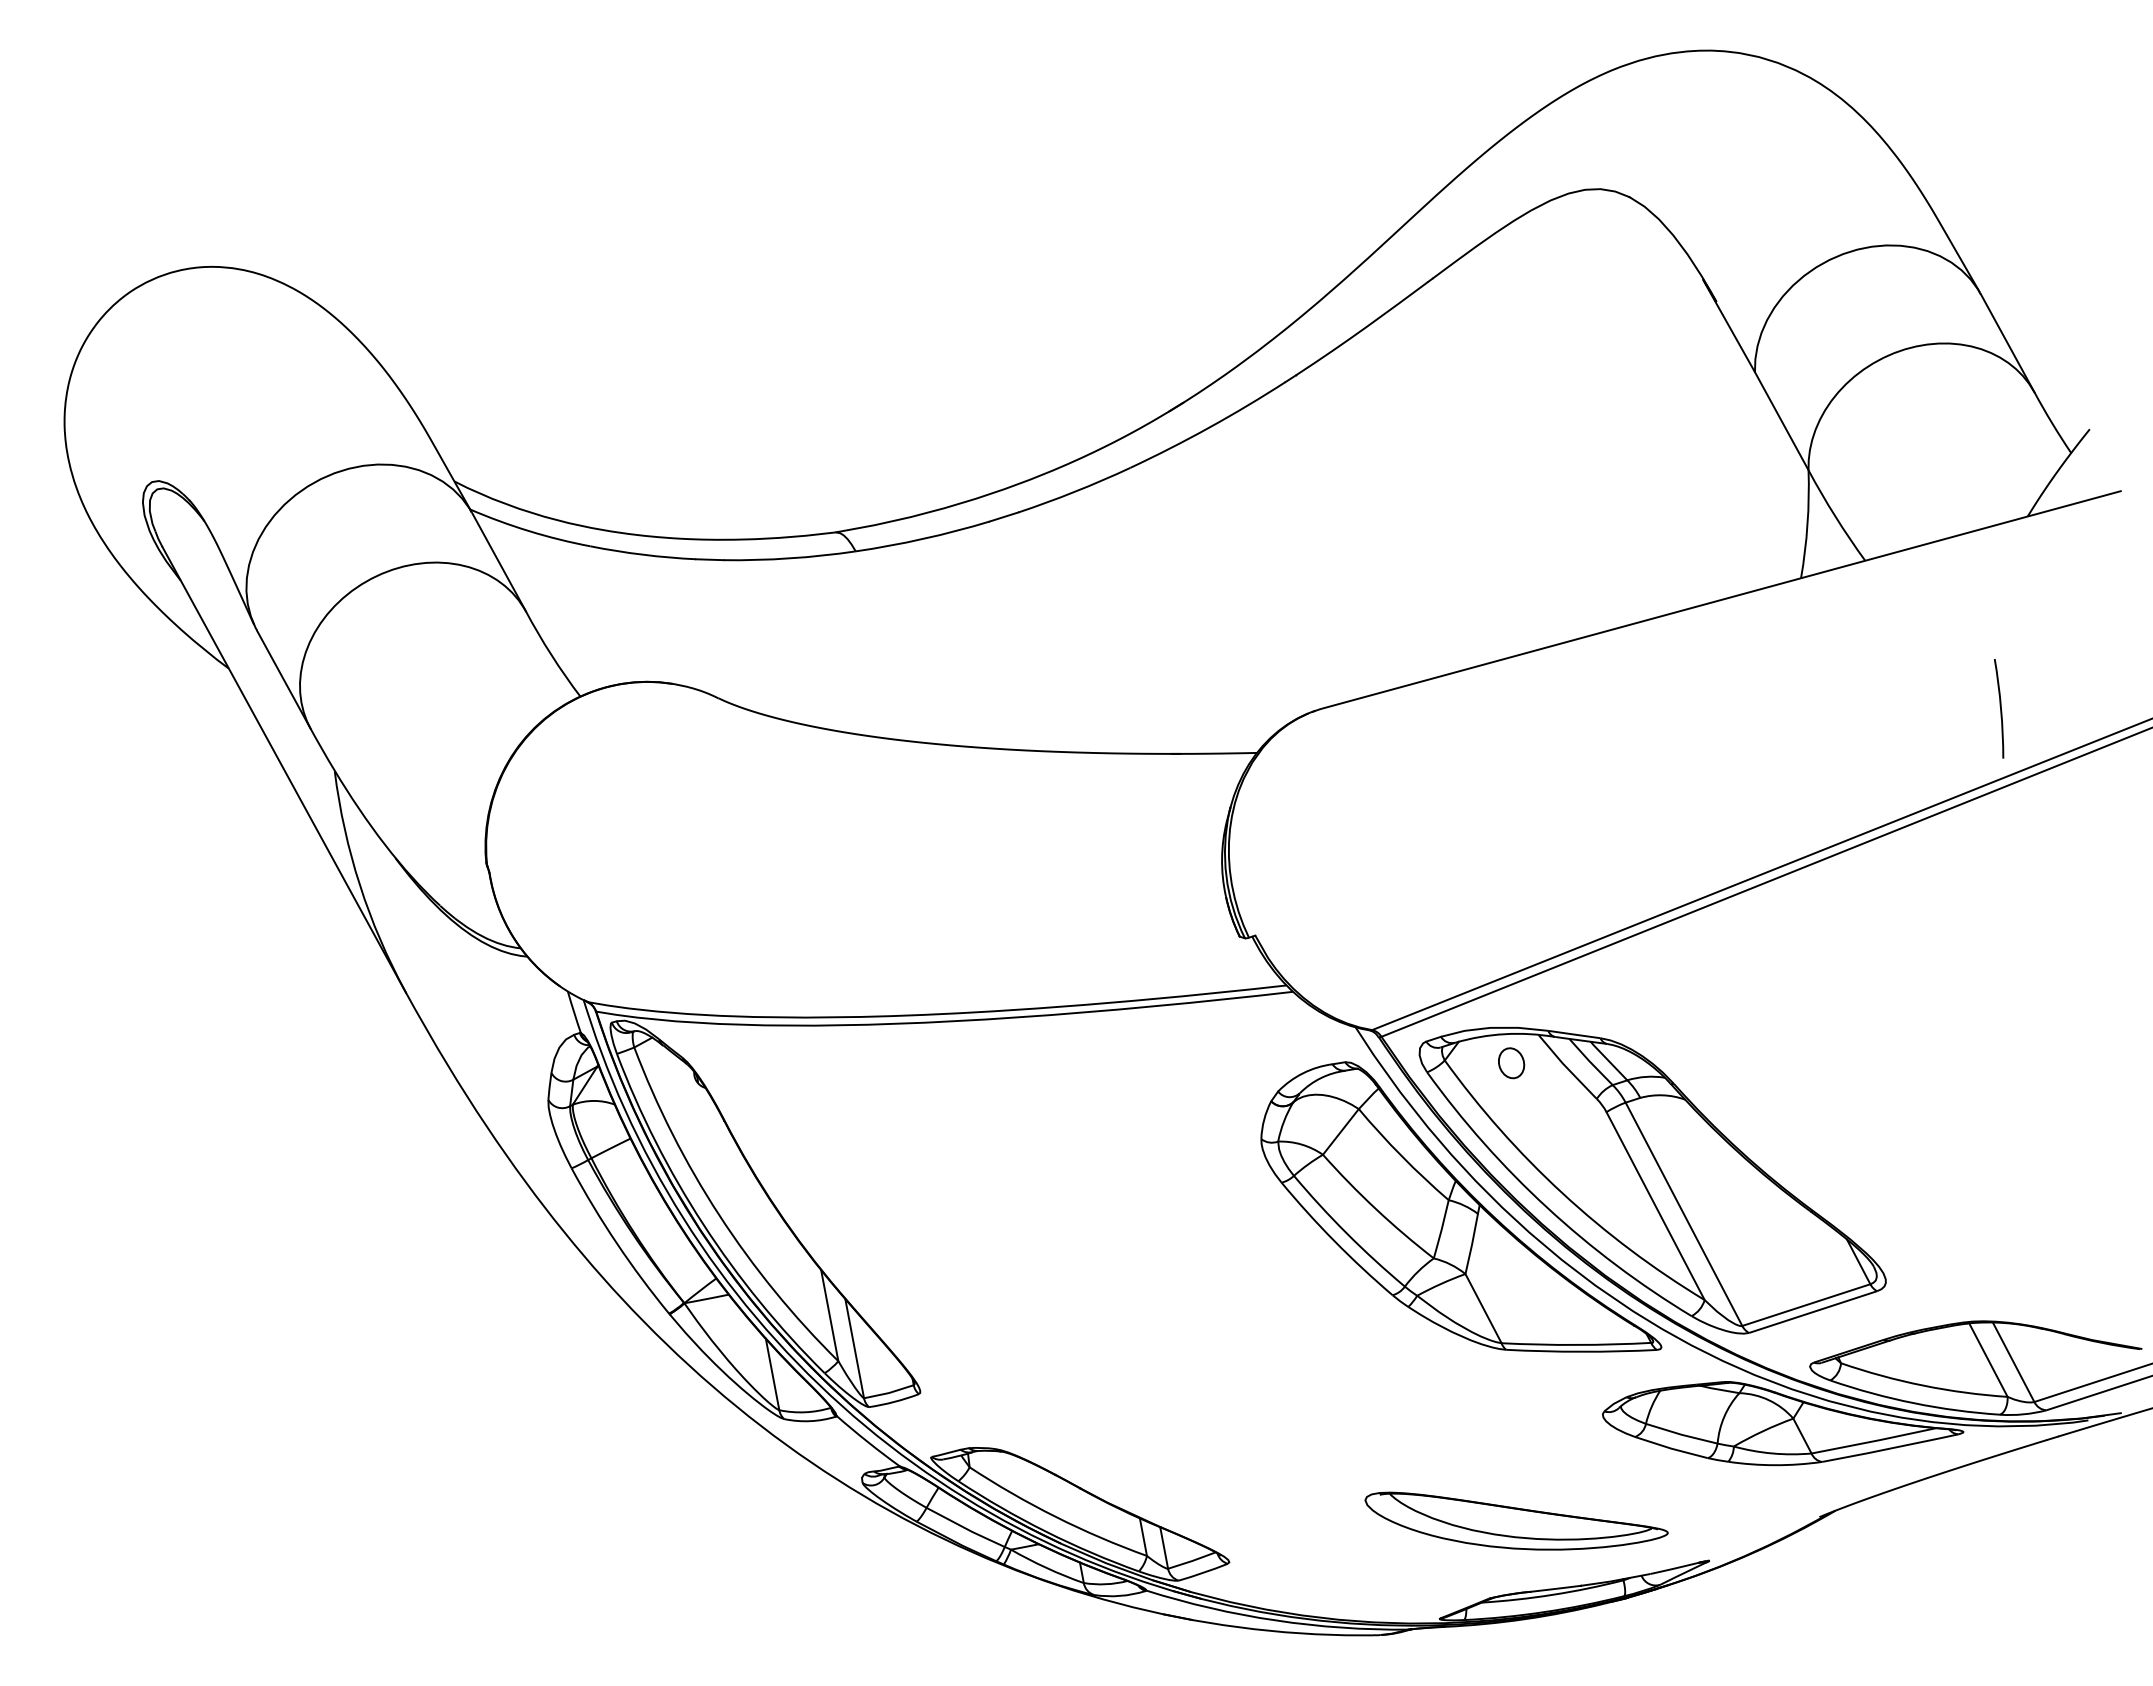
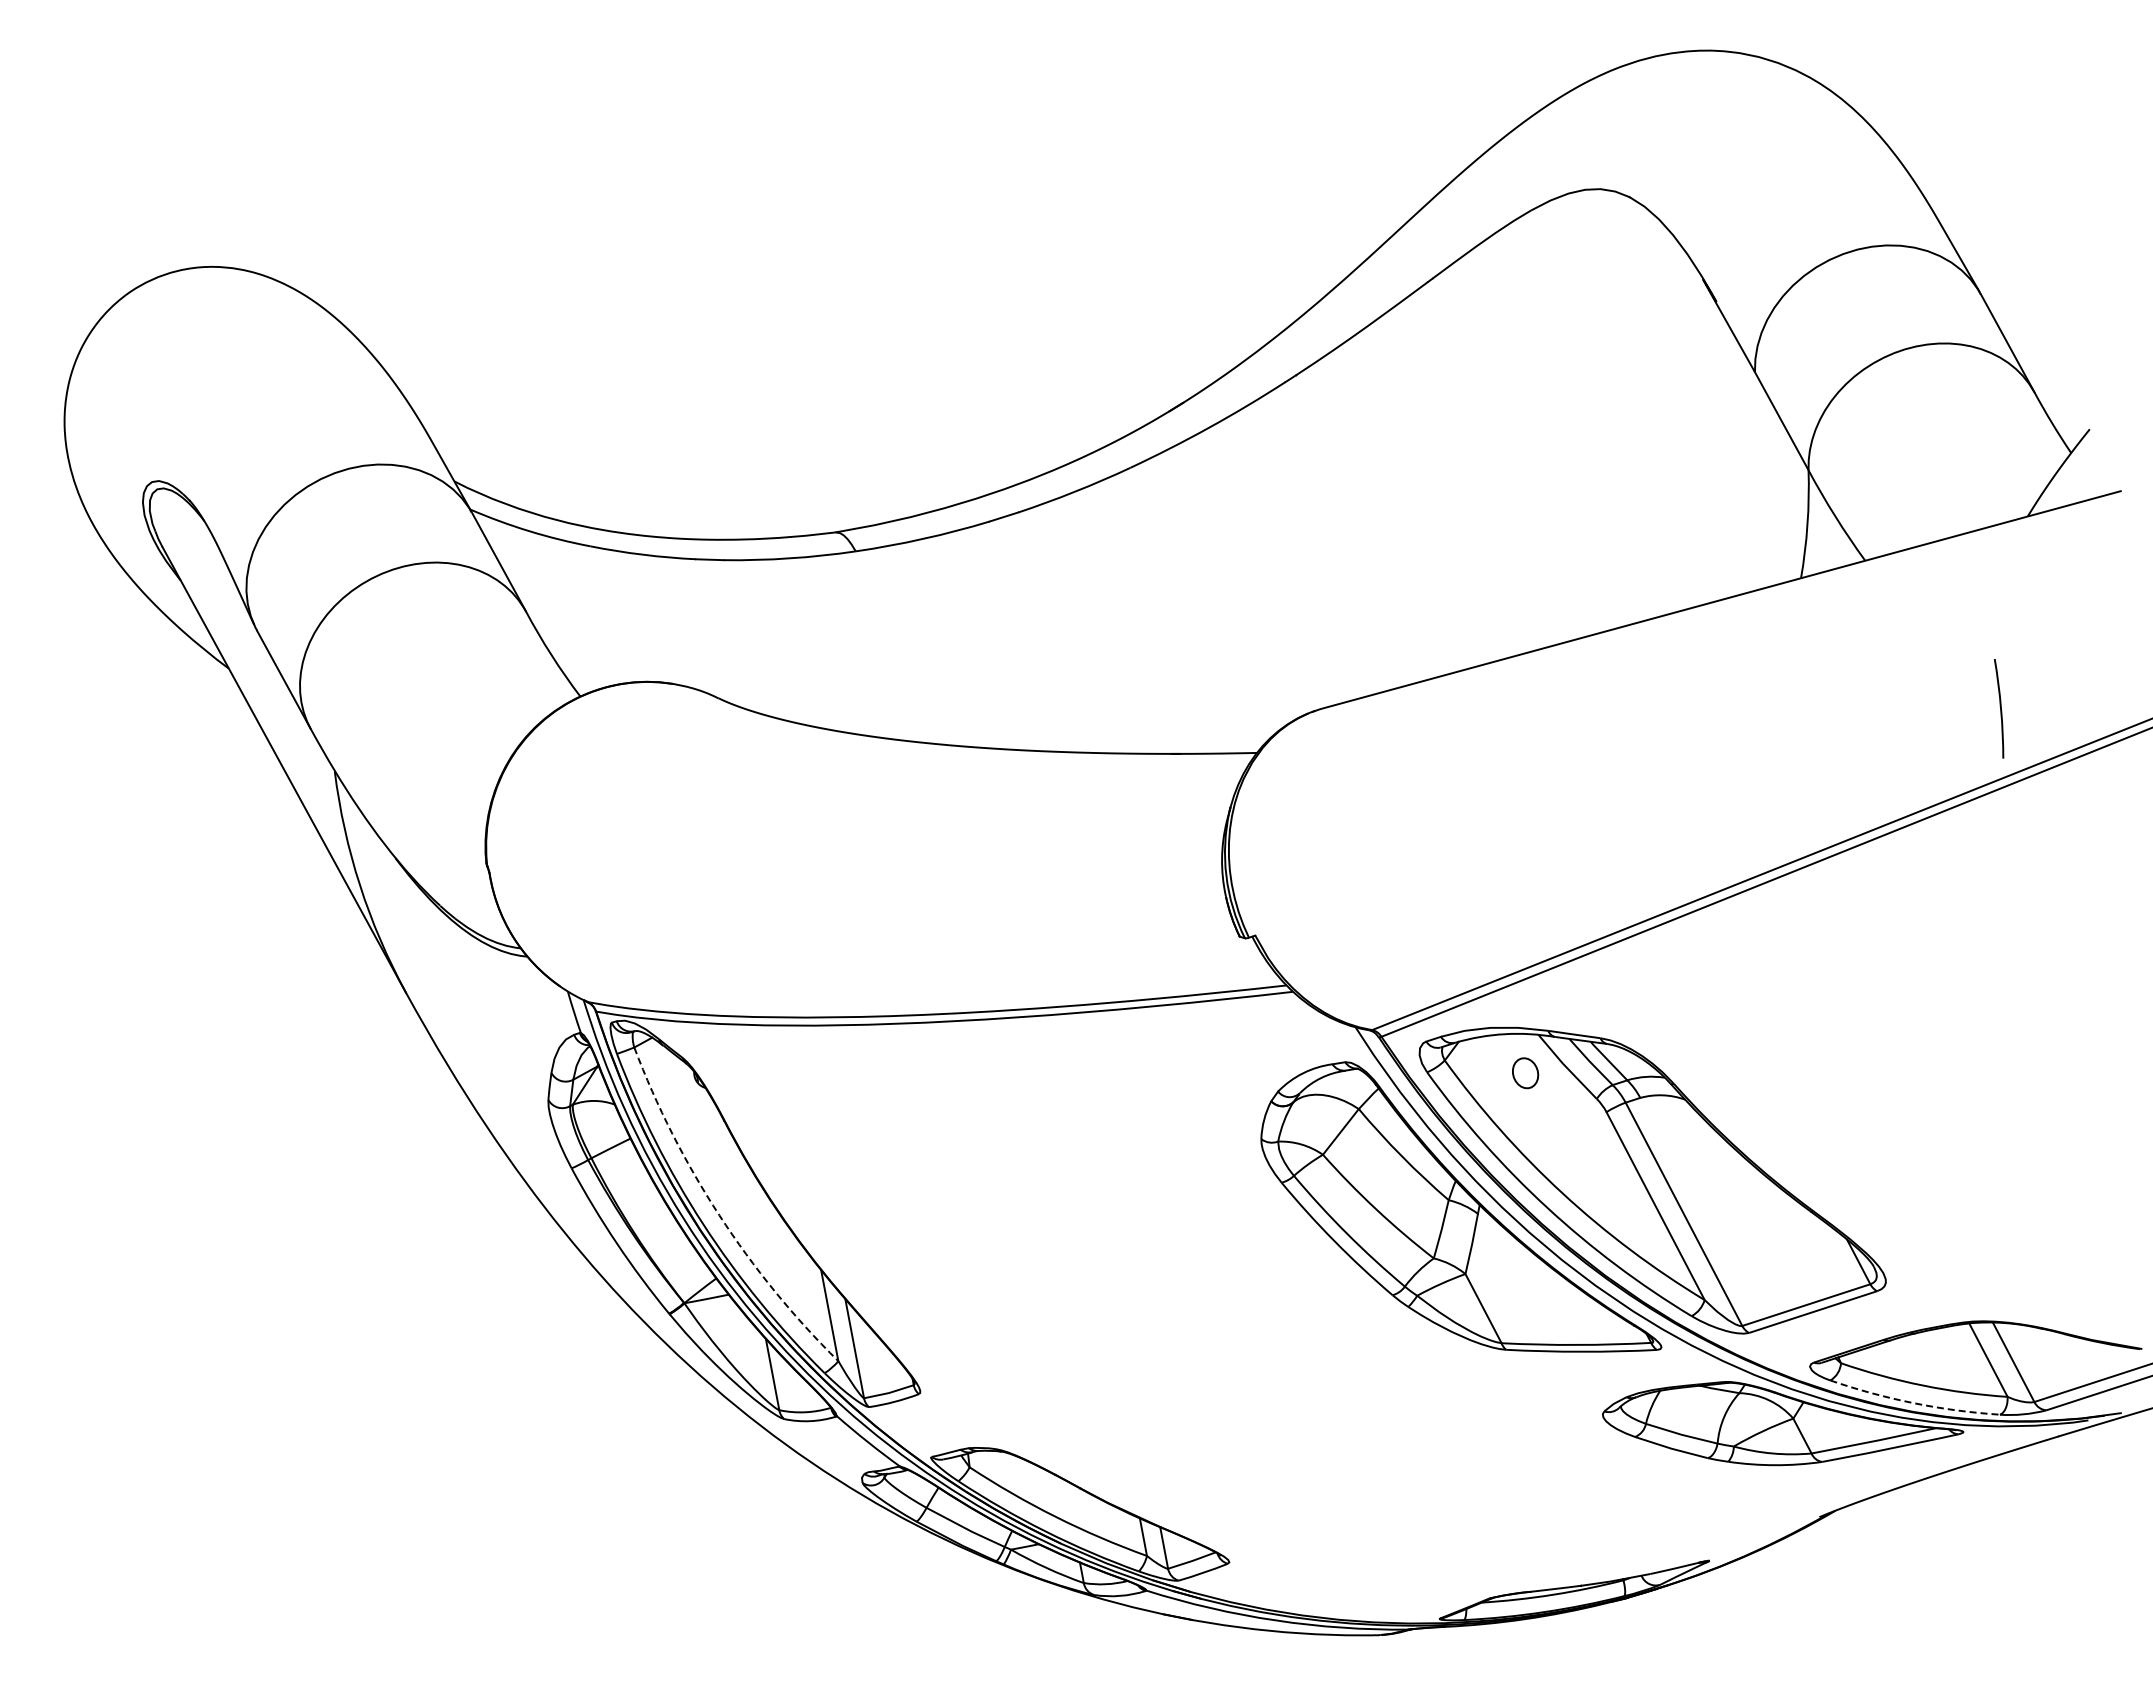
part at (1511, 1063) position: (1511, 1063) -> (1525, 1073)
arc at (719, 1215): solid -> dashed
arc at (1914, 1403): solid -> dashed
part at (1516, 1520): present -> none
